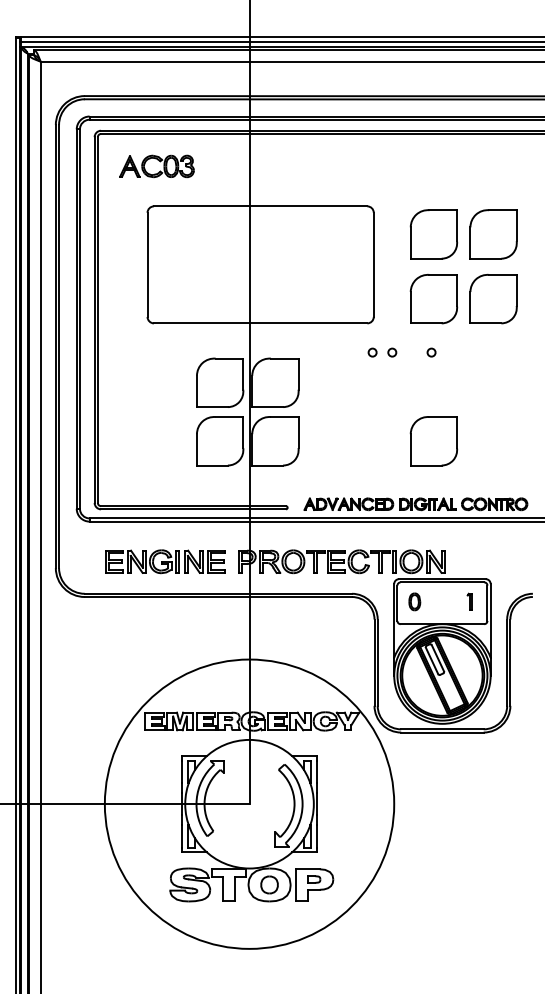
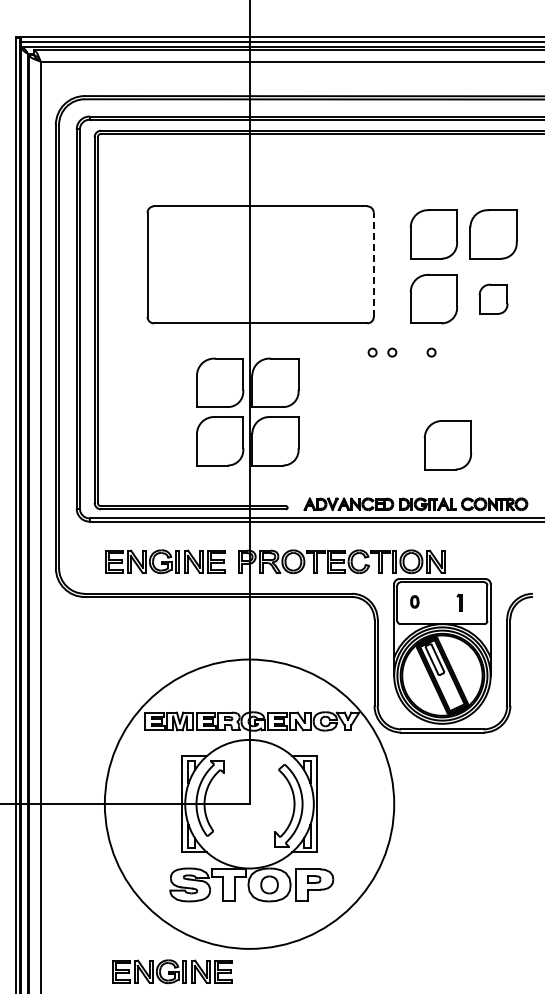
part at (156, 166): present -> none
line at (373, 264): solid -> dashed
part at (493, 299) size: 49x51 px -> 31x32 px
part at (433, 441) position: (433, 441) -> (447, 445)
part at (414, 601) size: 14x20 px -> 10x14 px
part at (469, 601) position: (469, 601) -> (459, 602)
part at (172, 971): none -> present
